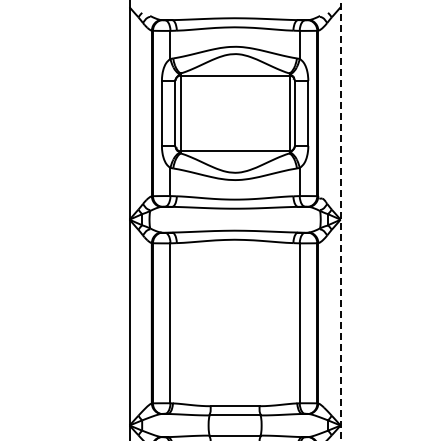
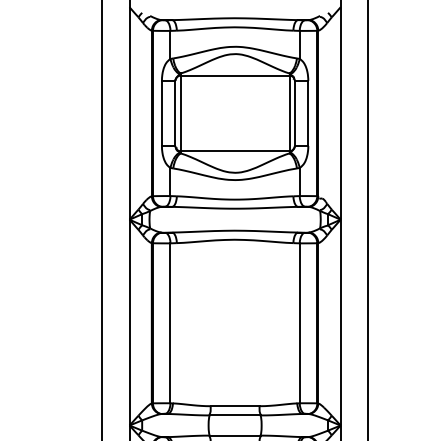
line at (102, 219): none -> present
line at (367, 219): none -> present
line at (340, 220): dashed -> solid
